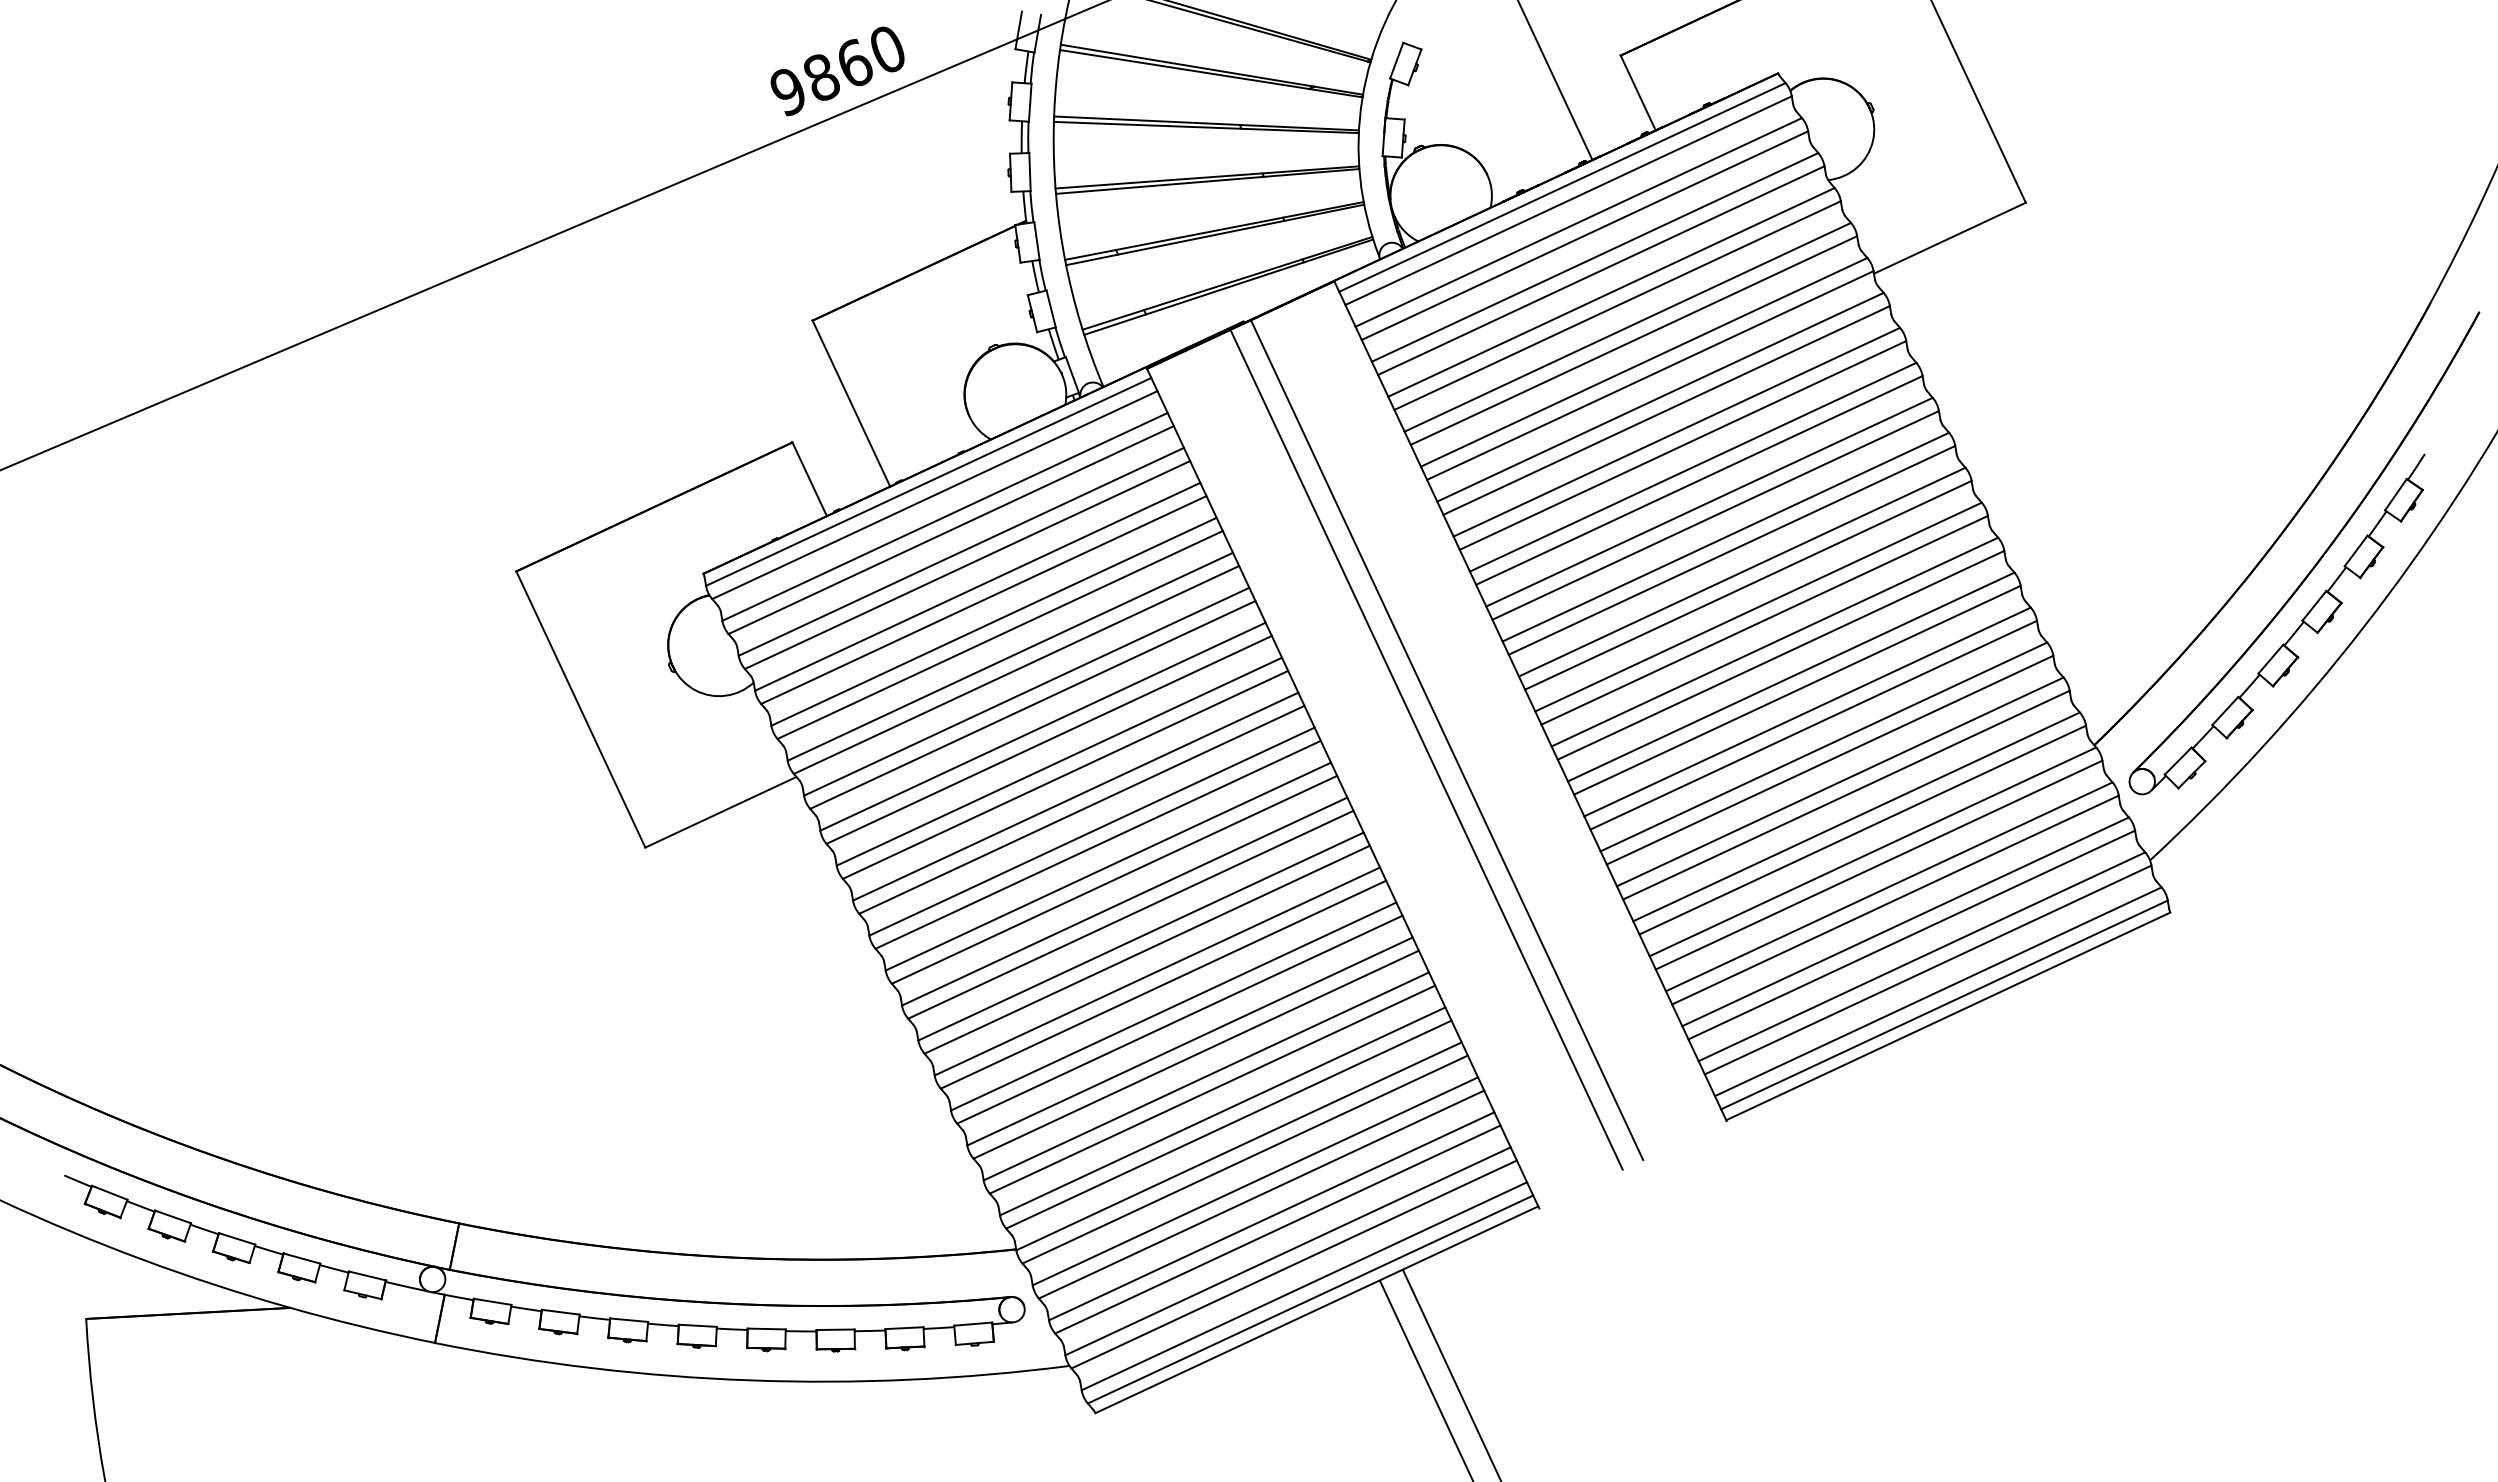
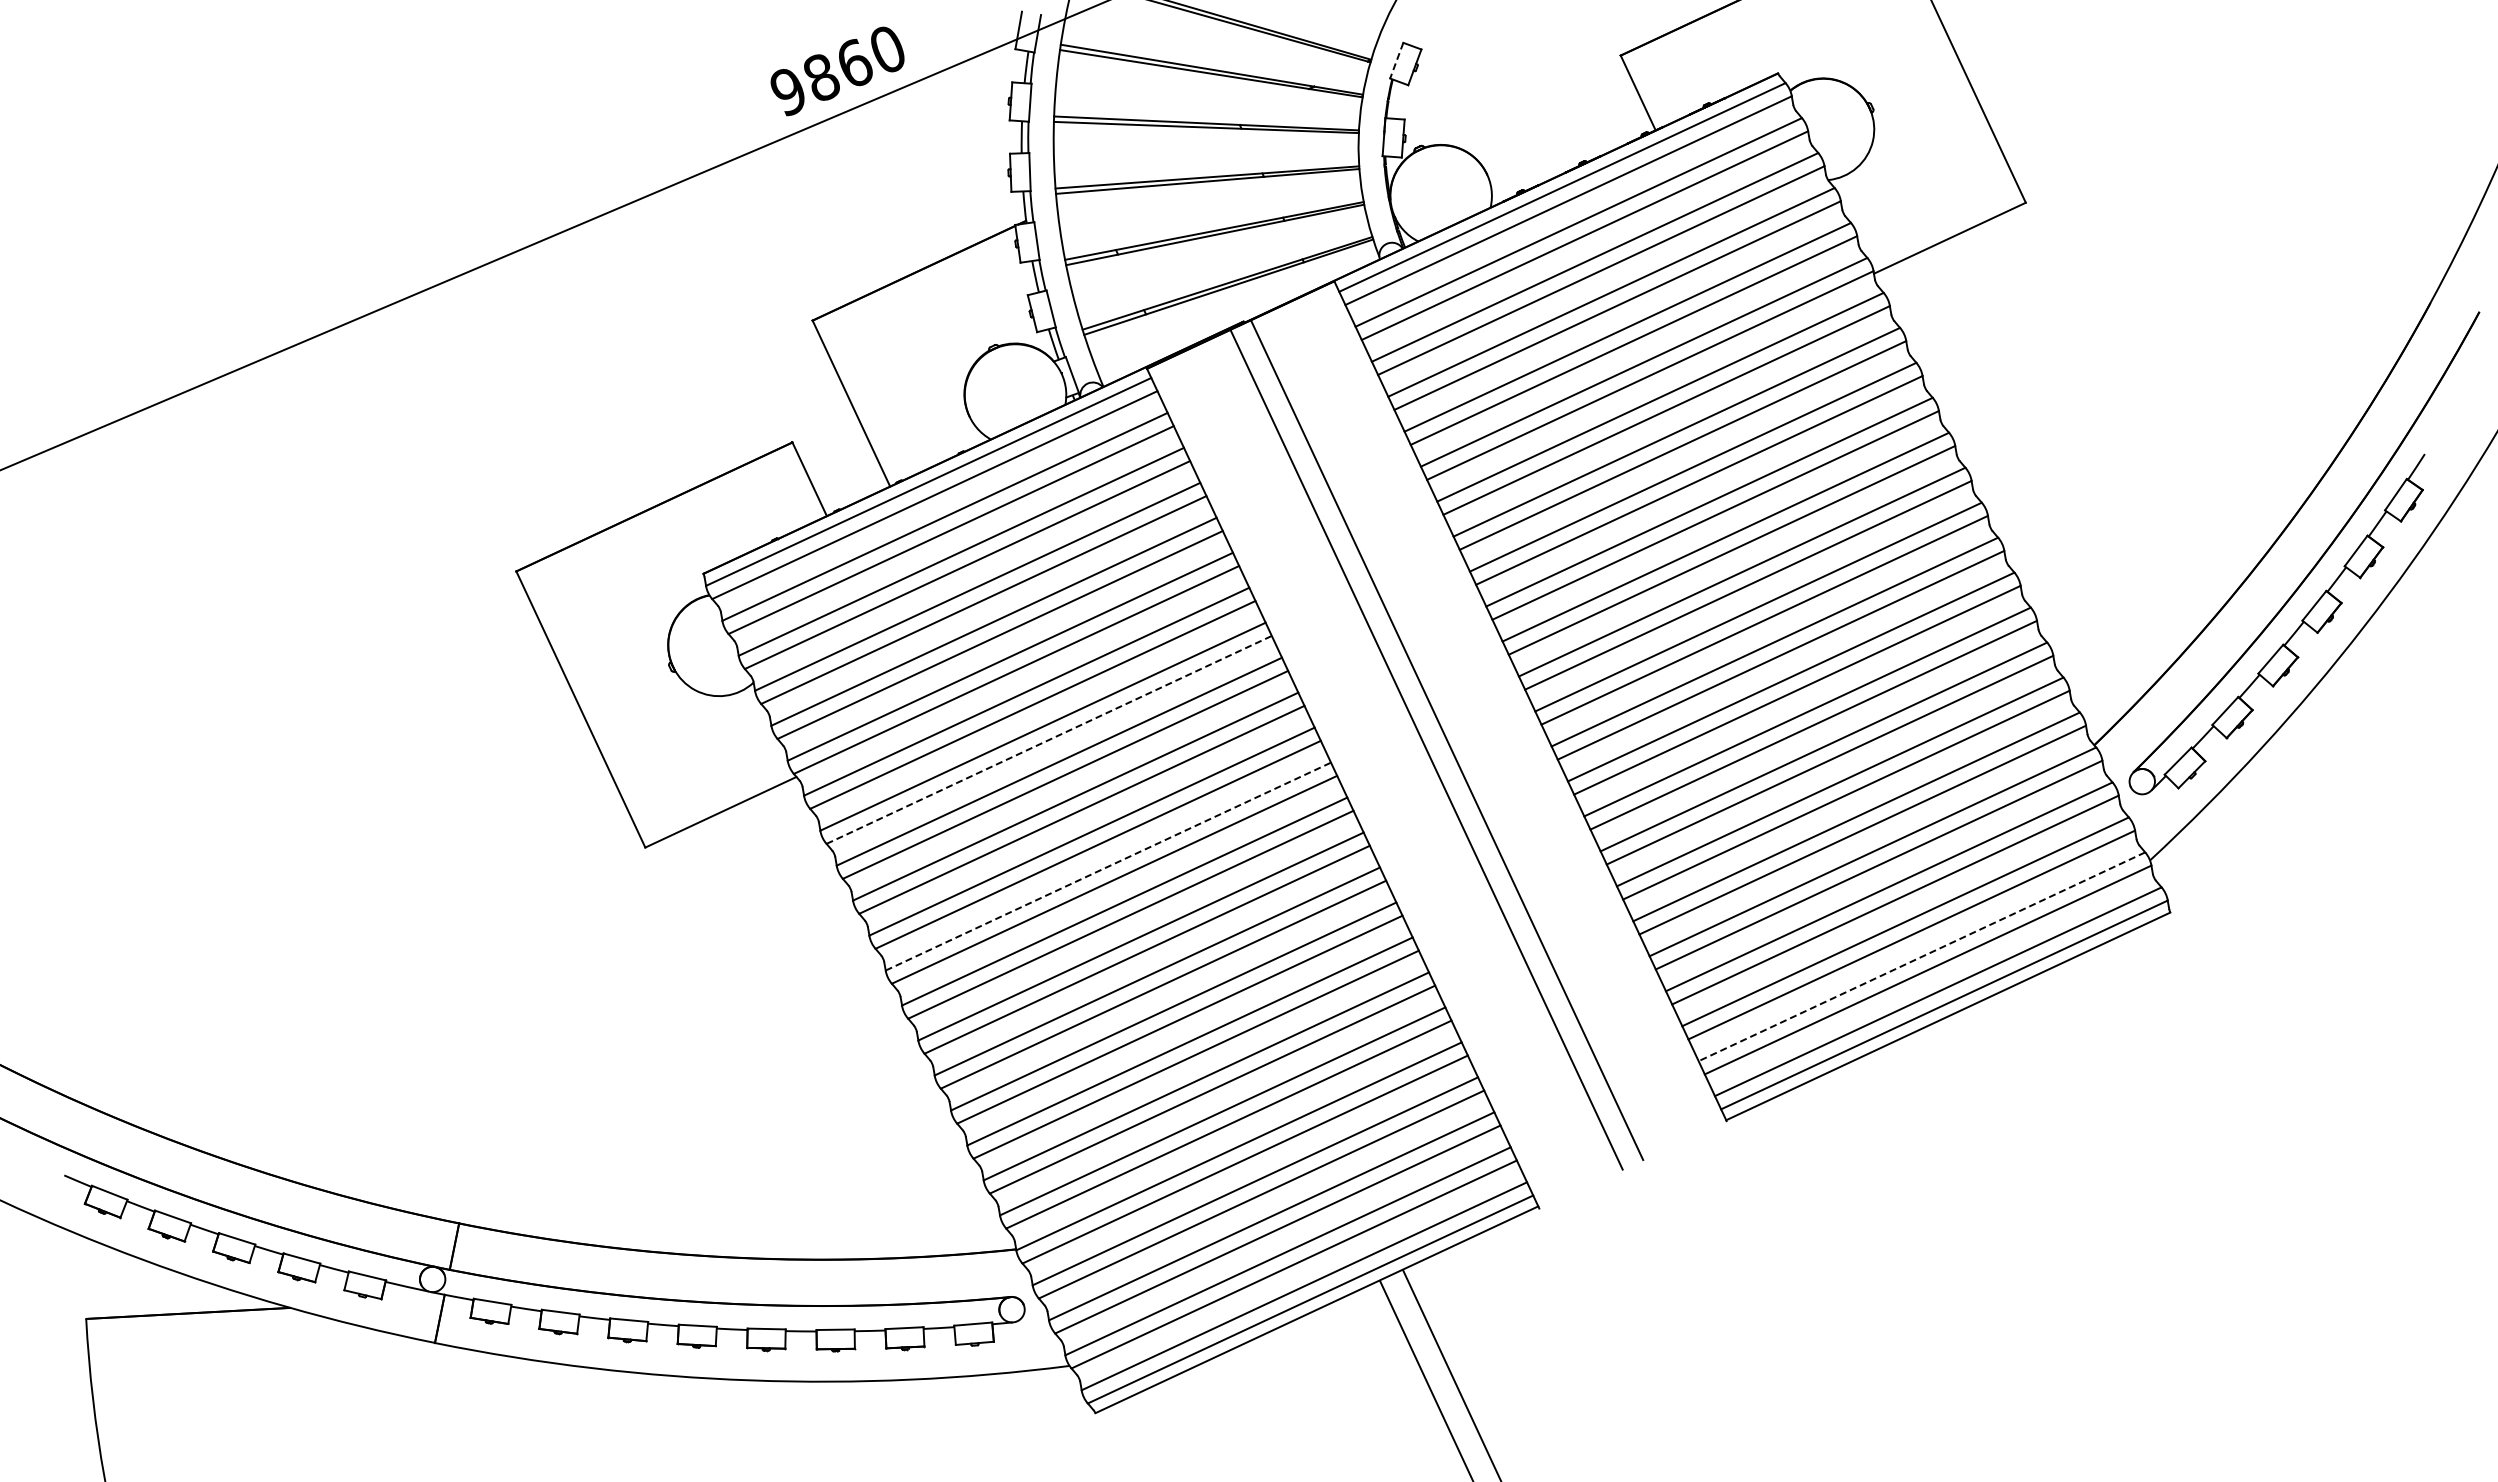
line at (1396, 61): solid -> dashed
line at (1555, 80): present -> none
line at (1049, 739): solid -> dashed
line at (1108, 866): solid -> dashed
line at (1921, 957): solid -> dashed
